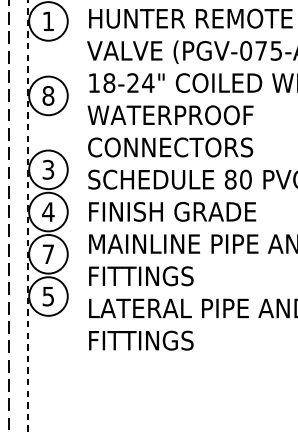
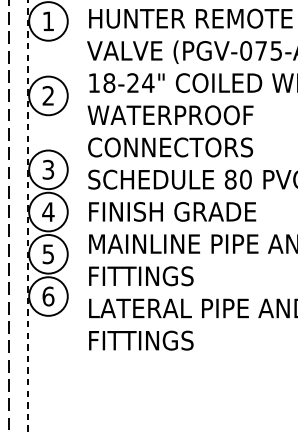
text at (48, 95): 8 -> 2
text at (47, 254): 7 -> 5
text at (48, 296): 5 -> 6
